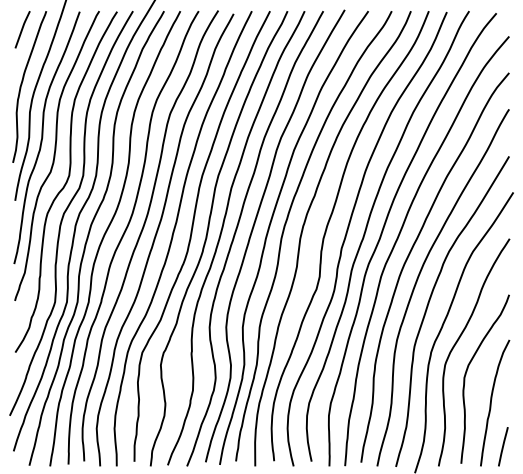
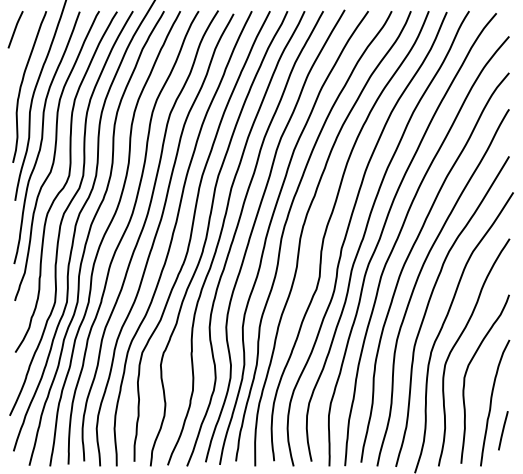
line at (22, 29) position: (22, 29) -> (15, 29)
line at (503, 446) position: (503, 446) -> (503, 430)
